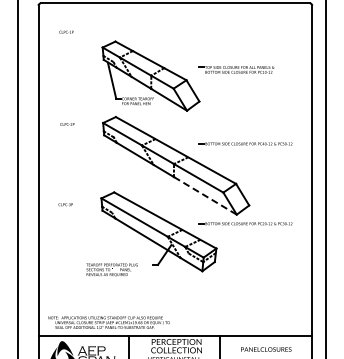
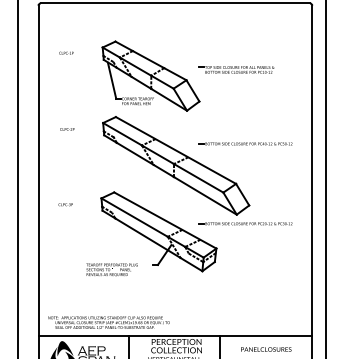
text at (66, 31) position: (66, 31) -> (66, 52)
text at (67, 124) position: (67, 124) -> (67, 129)
line at (205, 195): dashed -> solid
